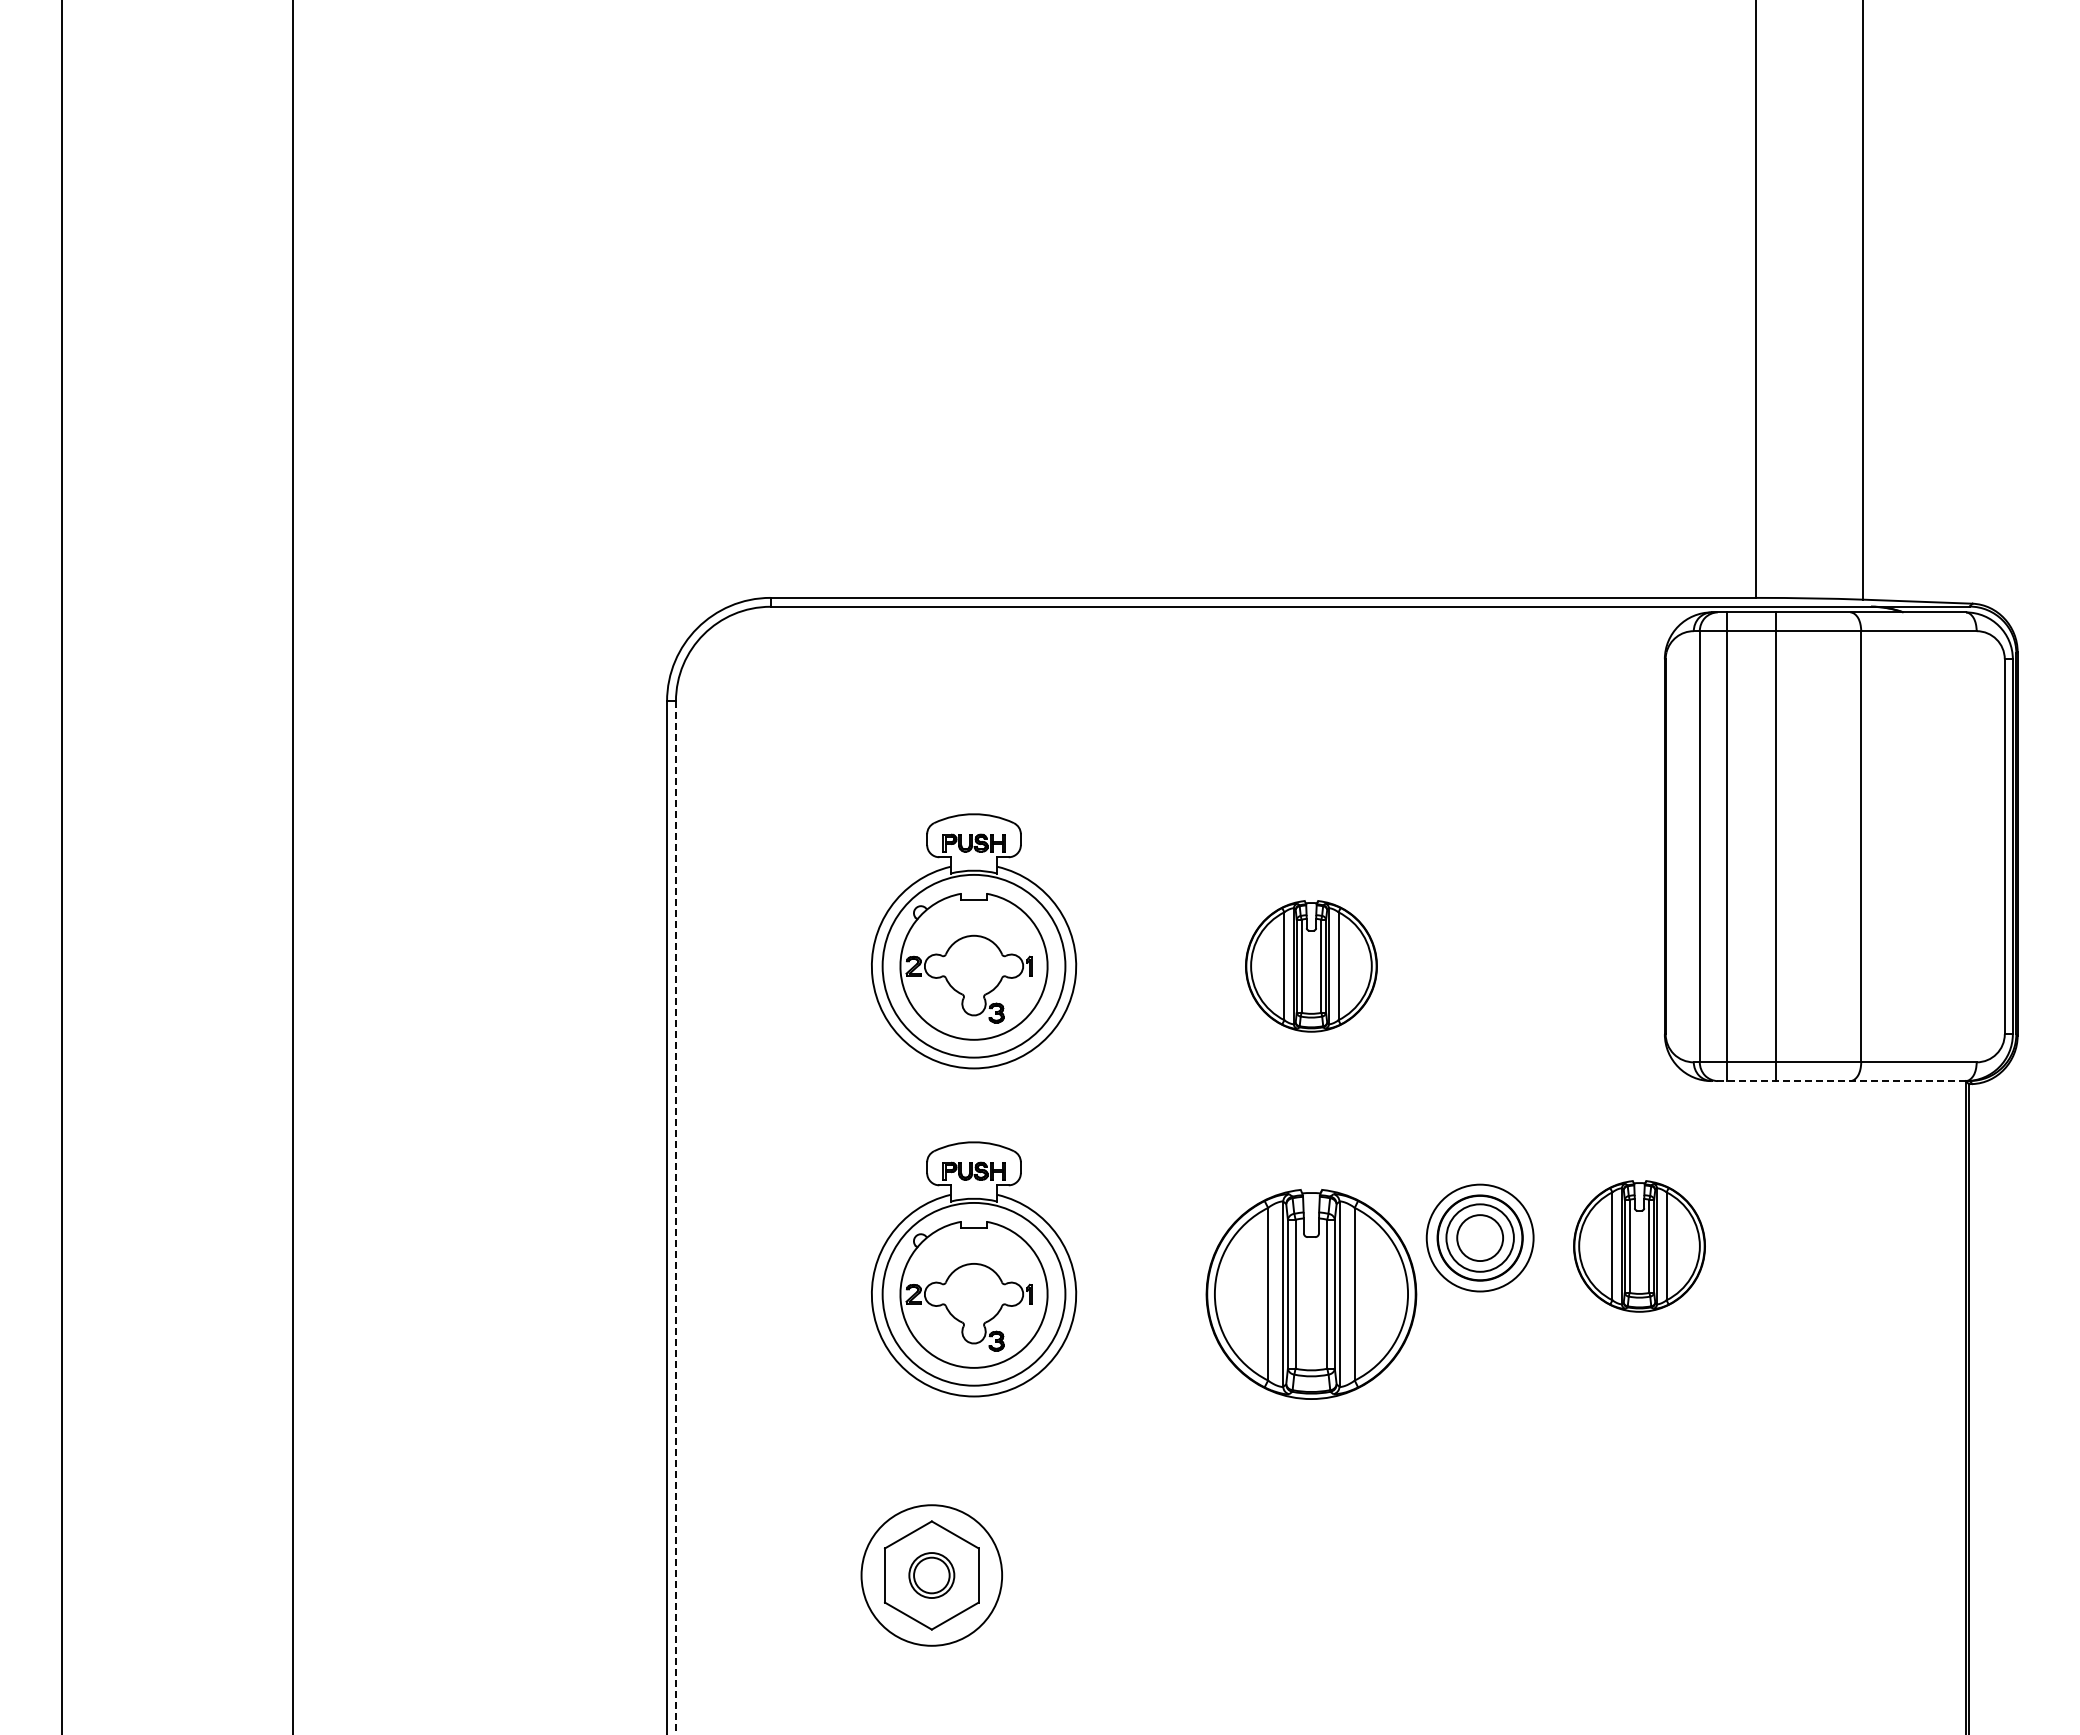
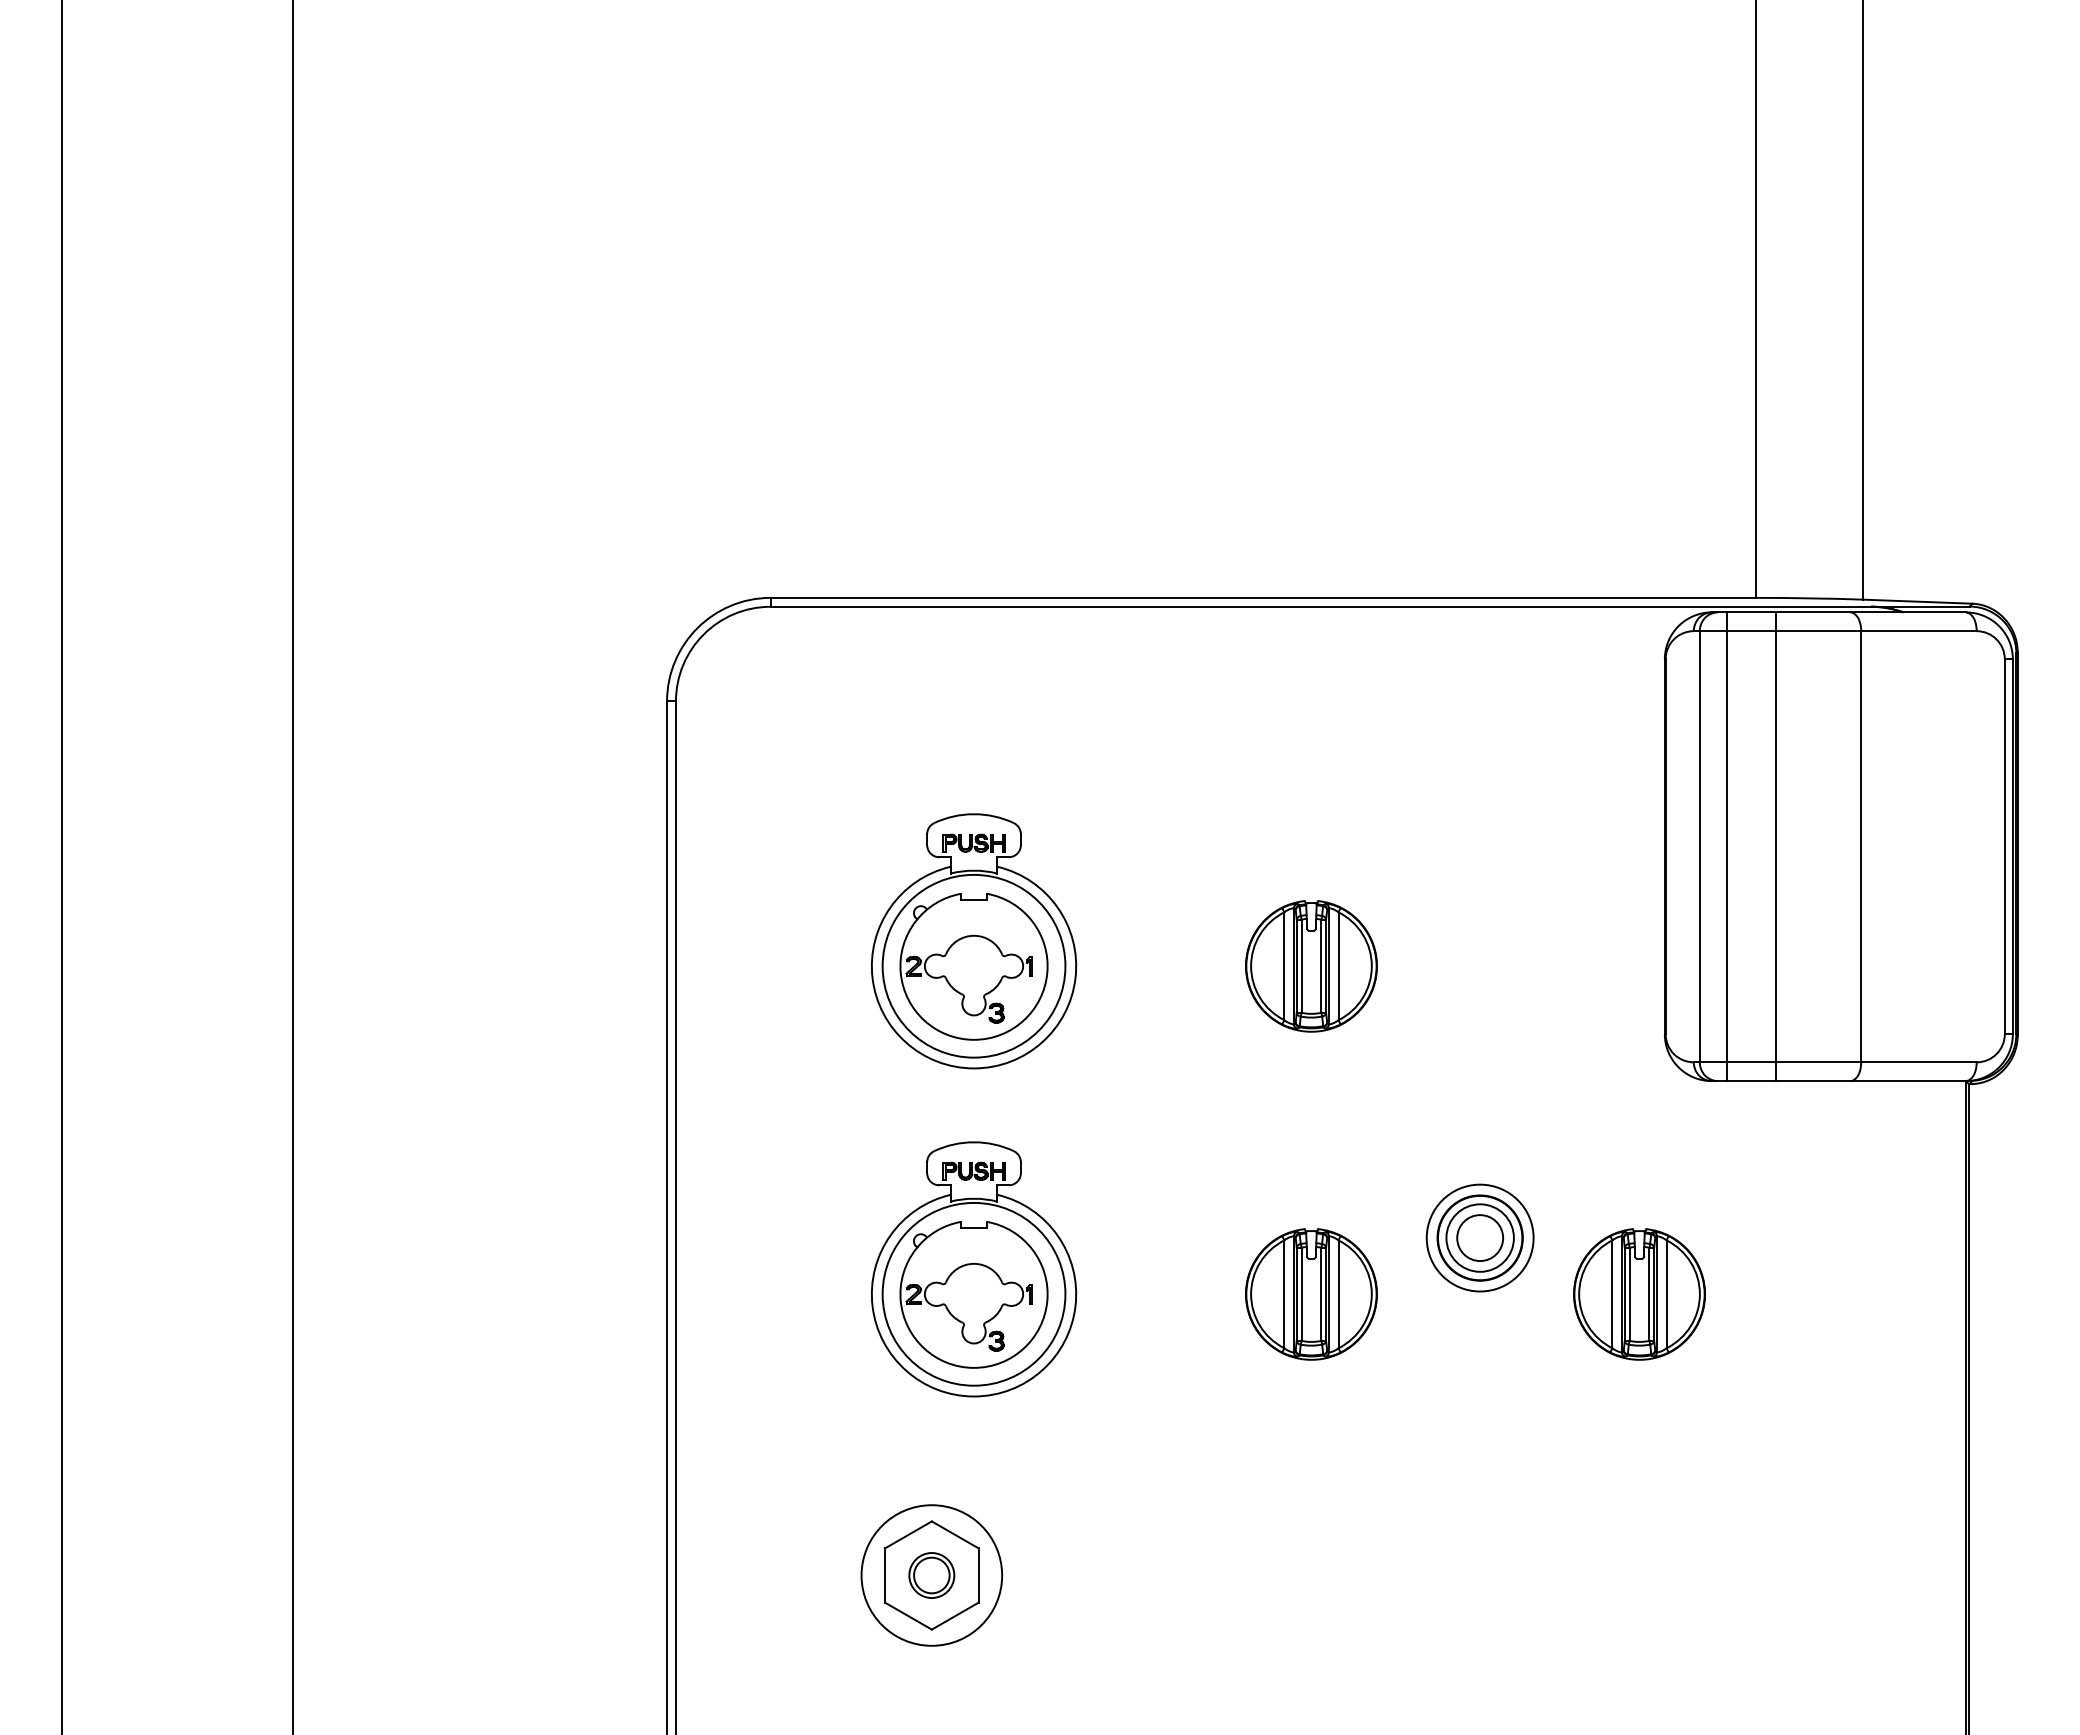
line at (1838, 1081): dashed -> solid
line at (675, 1218): dashed -> solid
part at (1639, 1246) position: (1639, 1246) -> (1639, 1294)
part at (1311, 1294) size: 213x211 px -> 133x133 px
